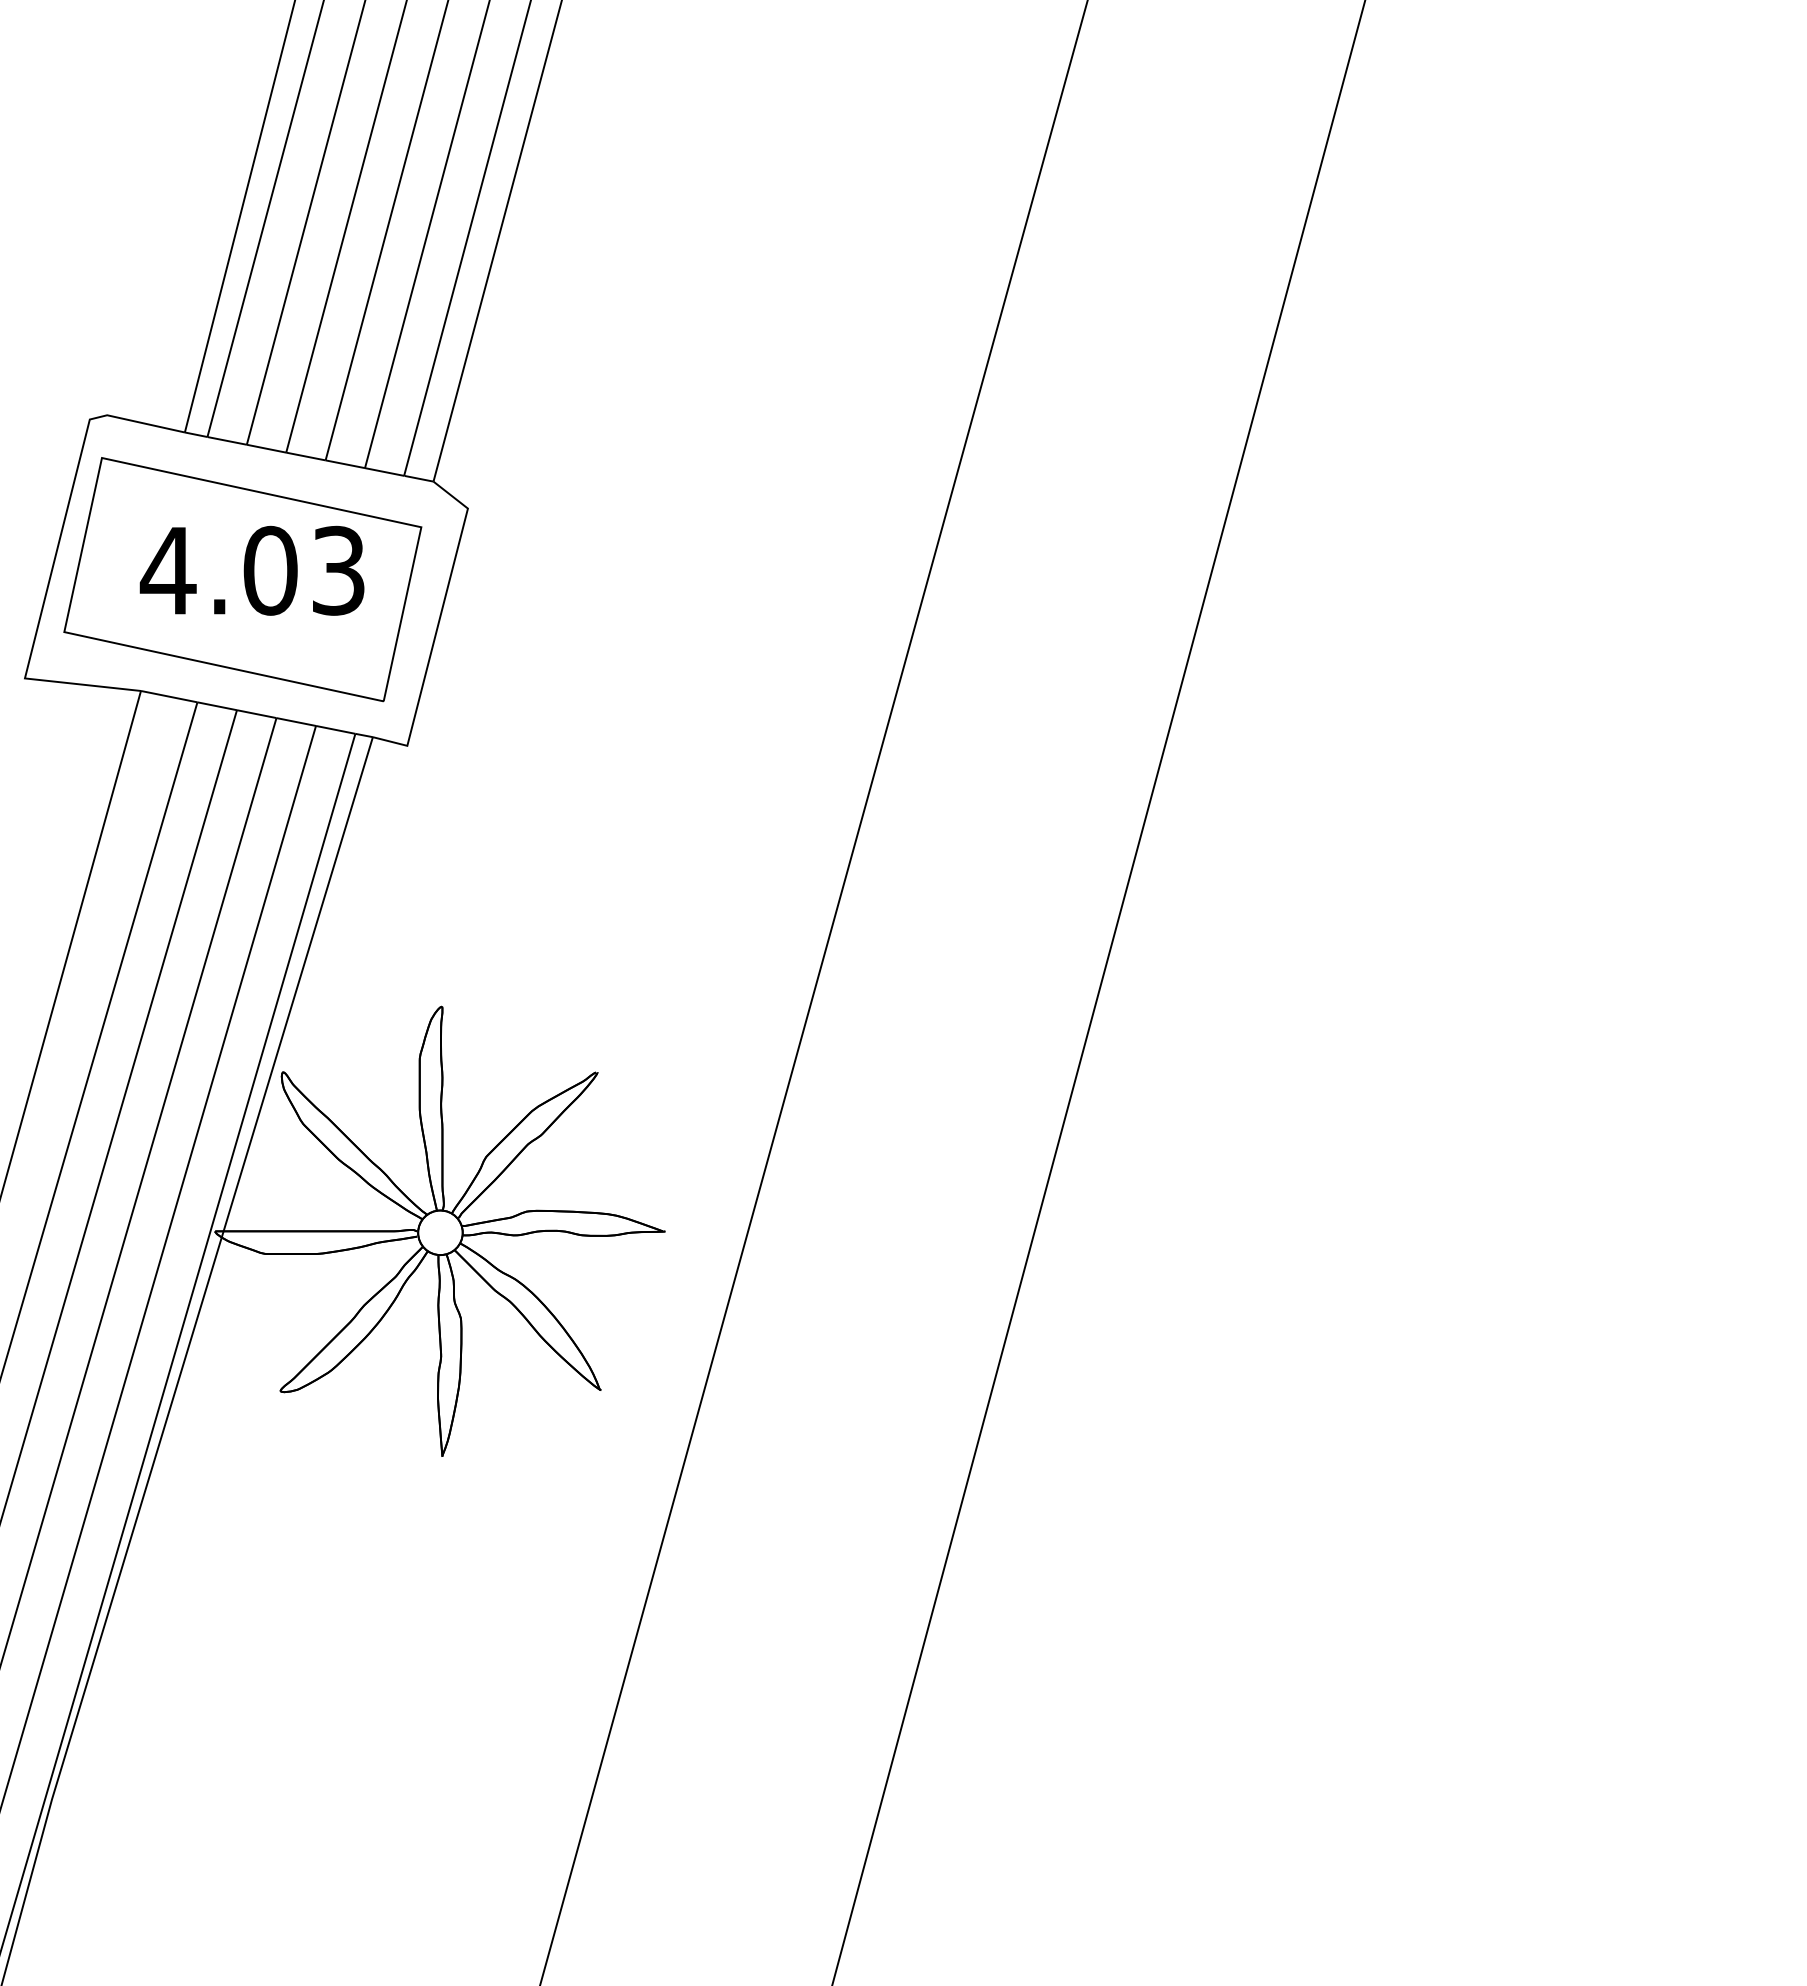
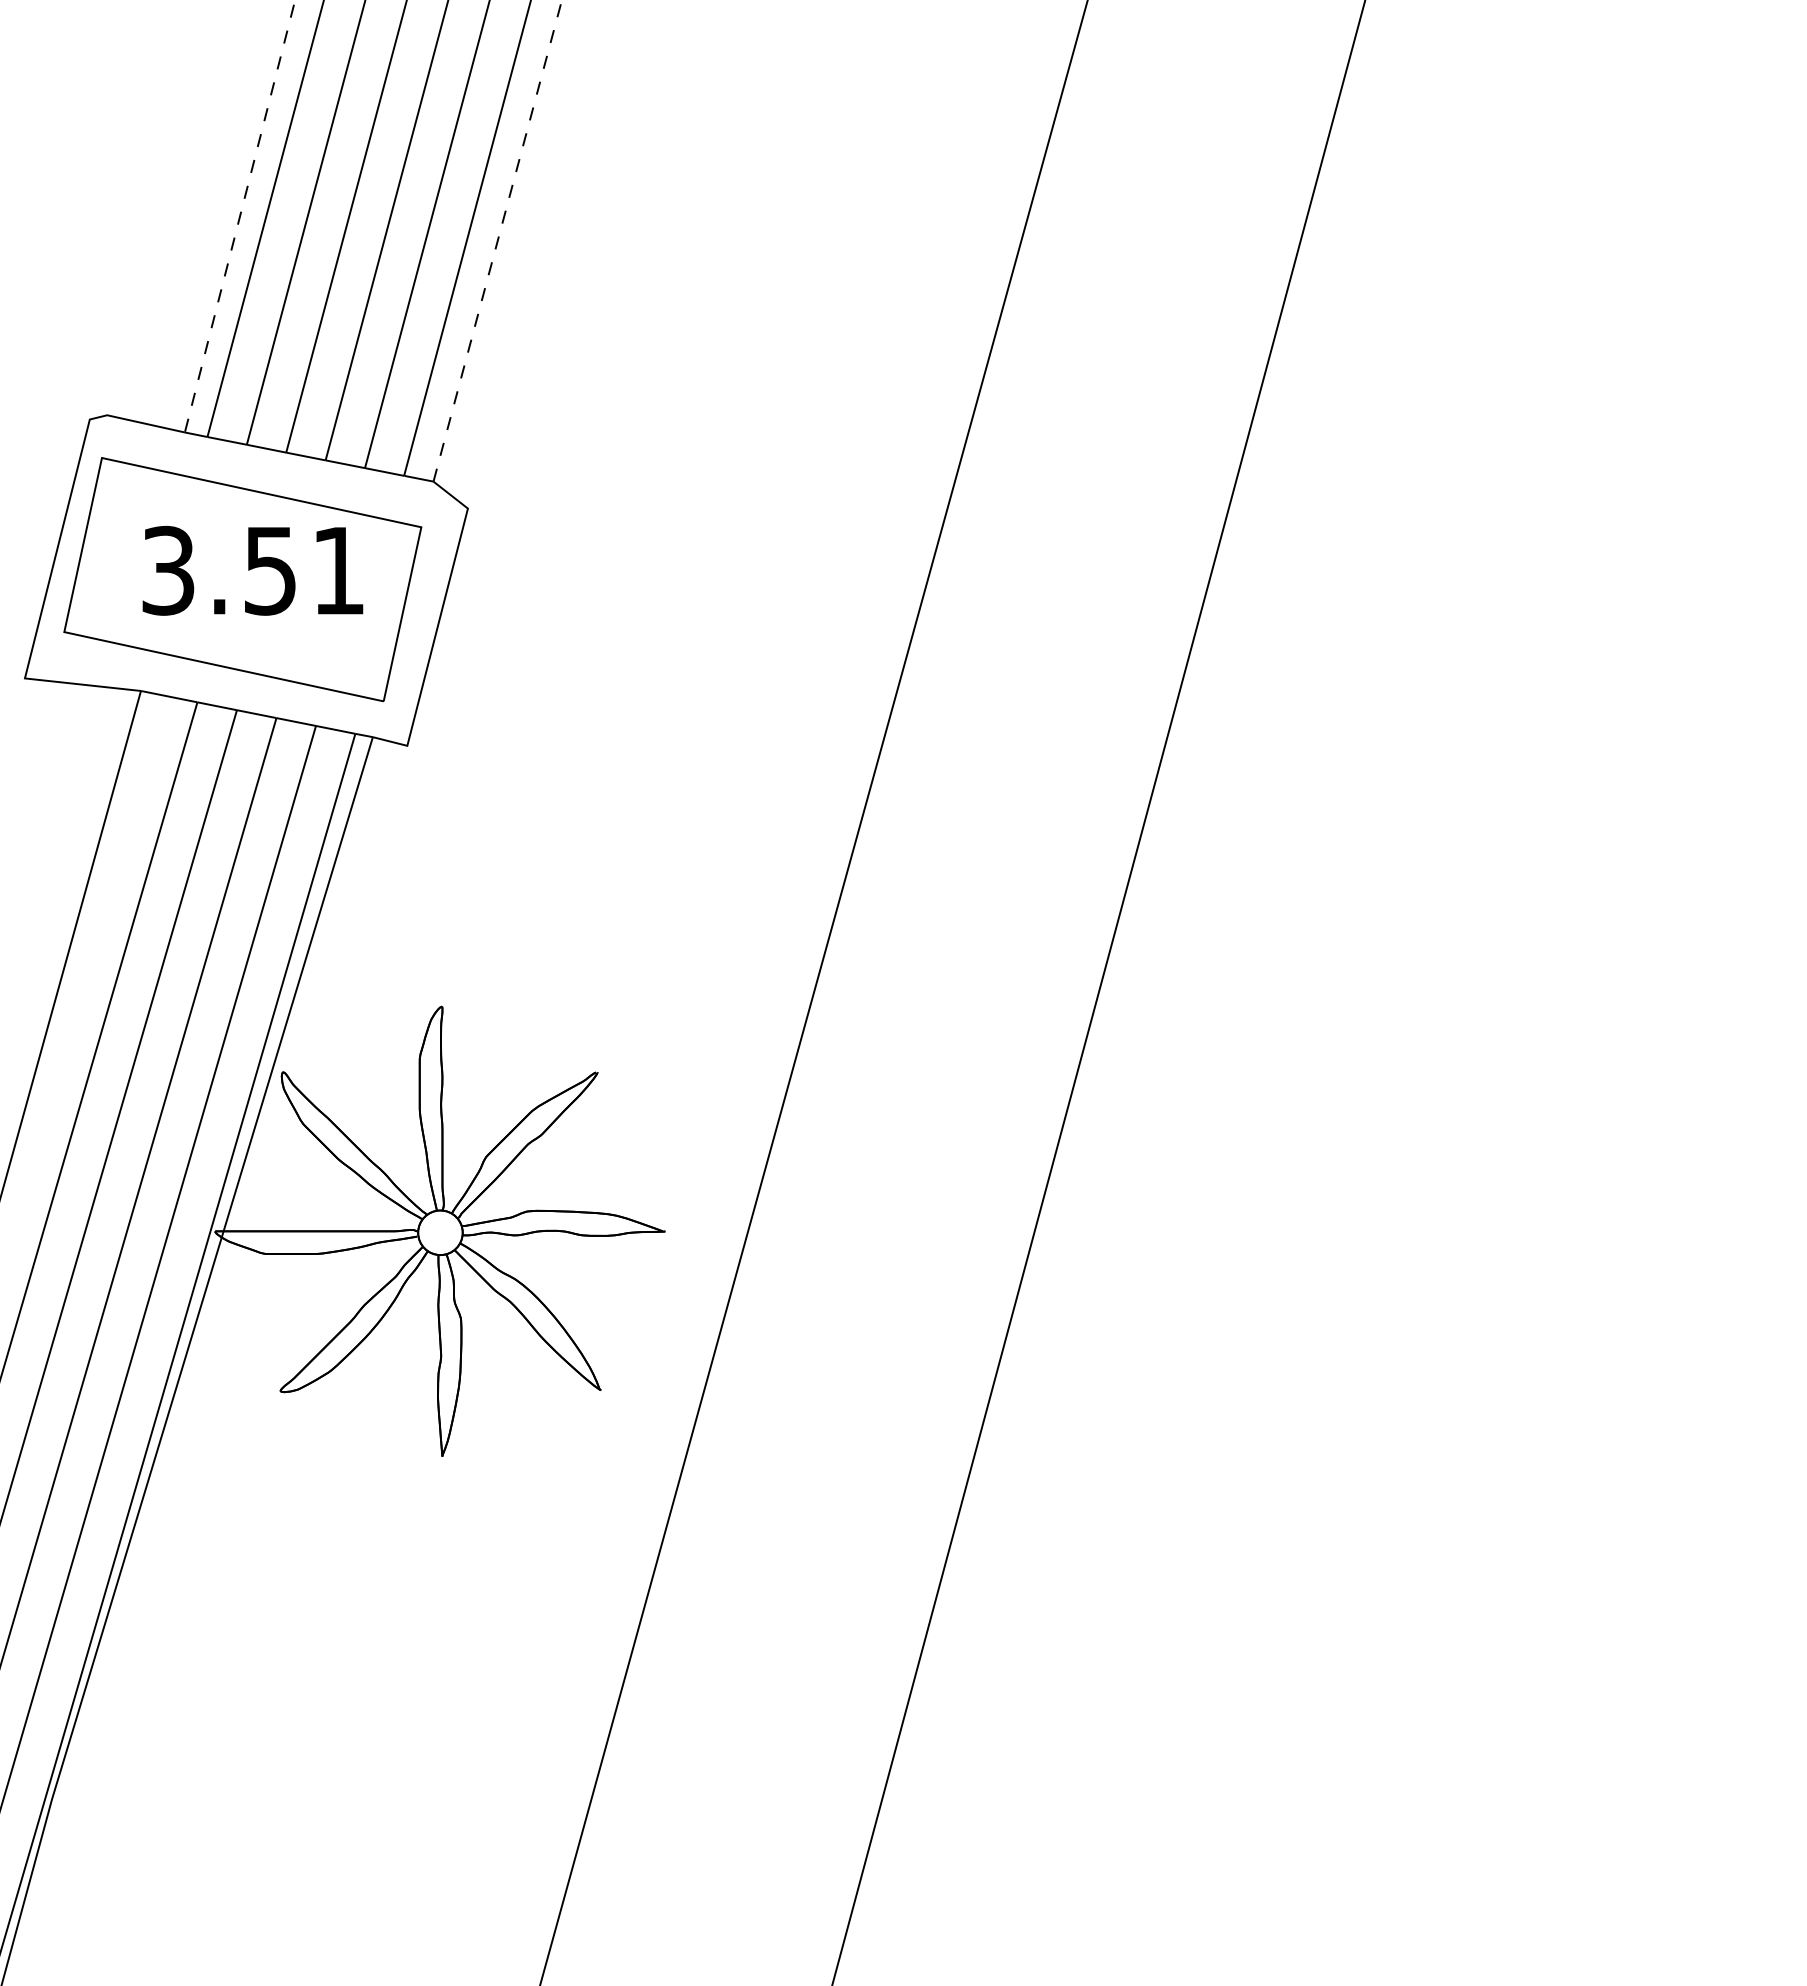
line at (240, 216): solid -> dashed
line at (497, 241): solid -> dashed
text at (251, 570): 4.03 -> 3.51
